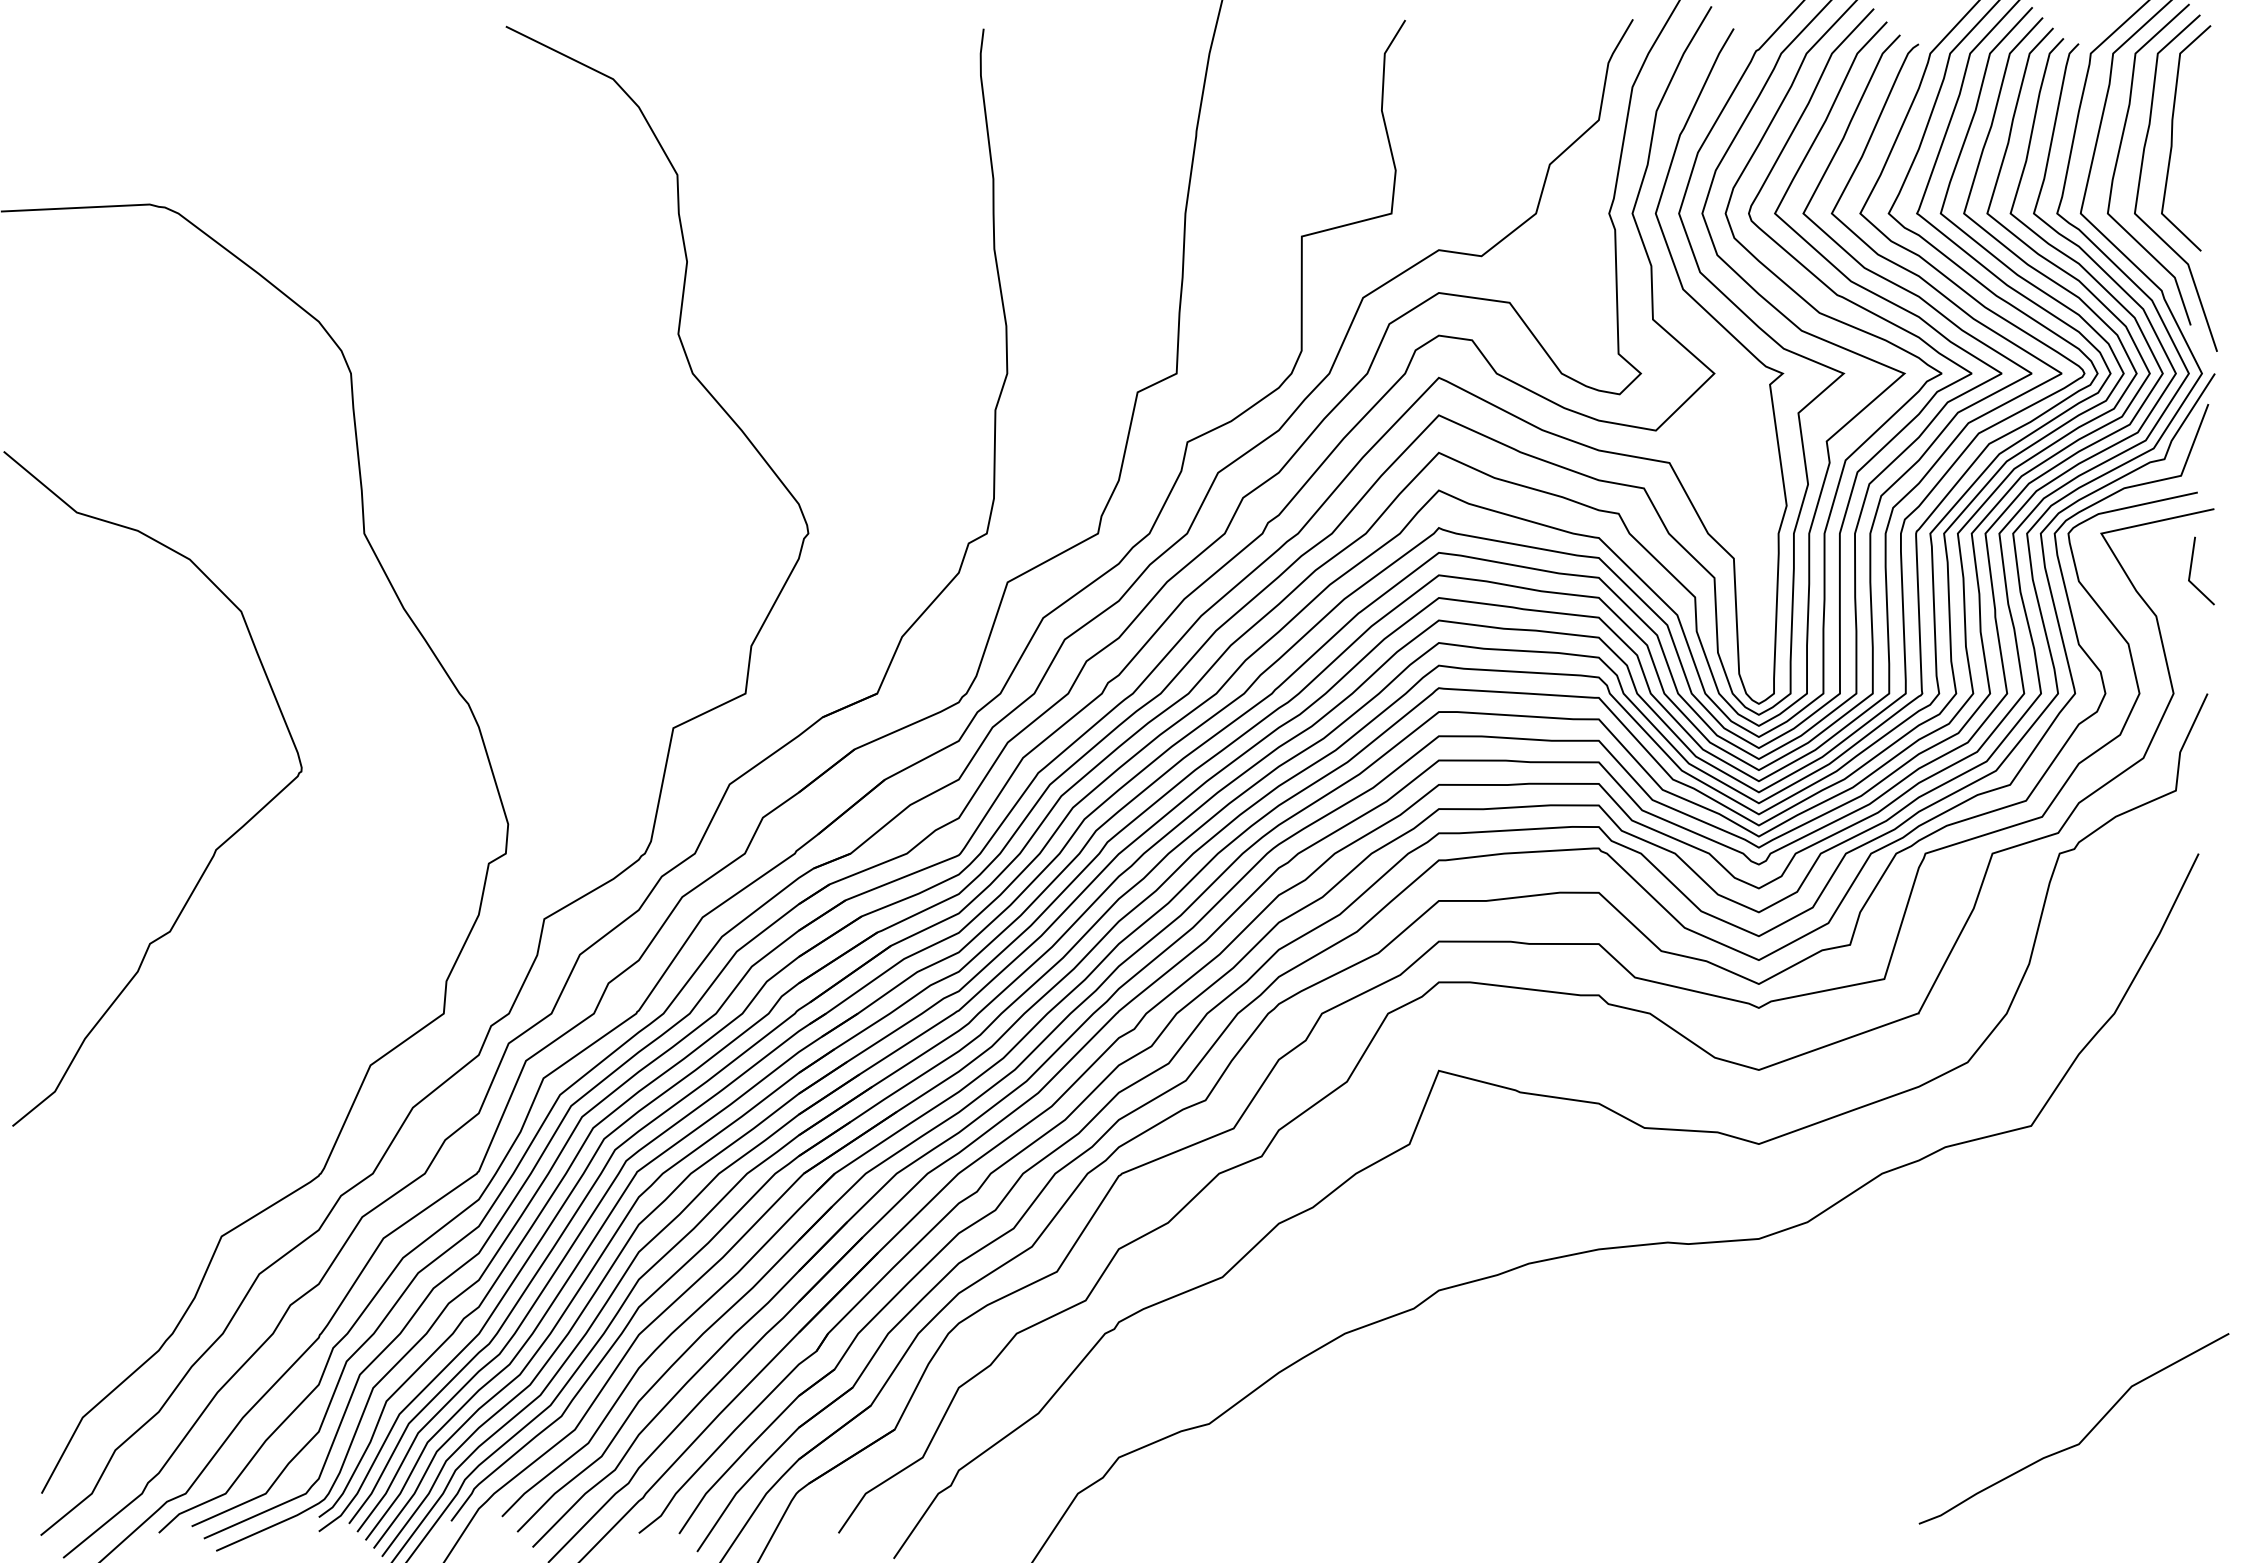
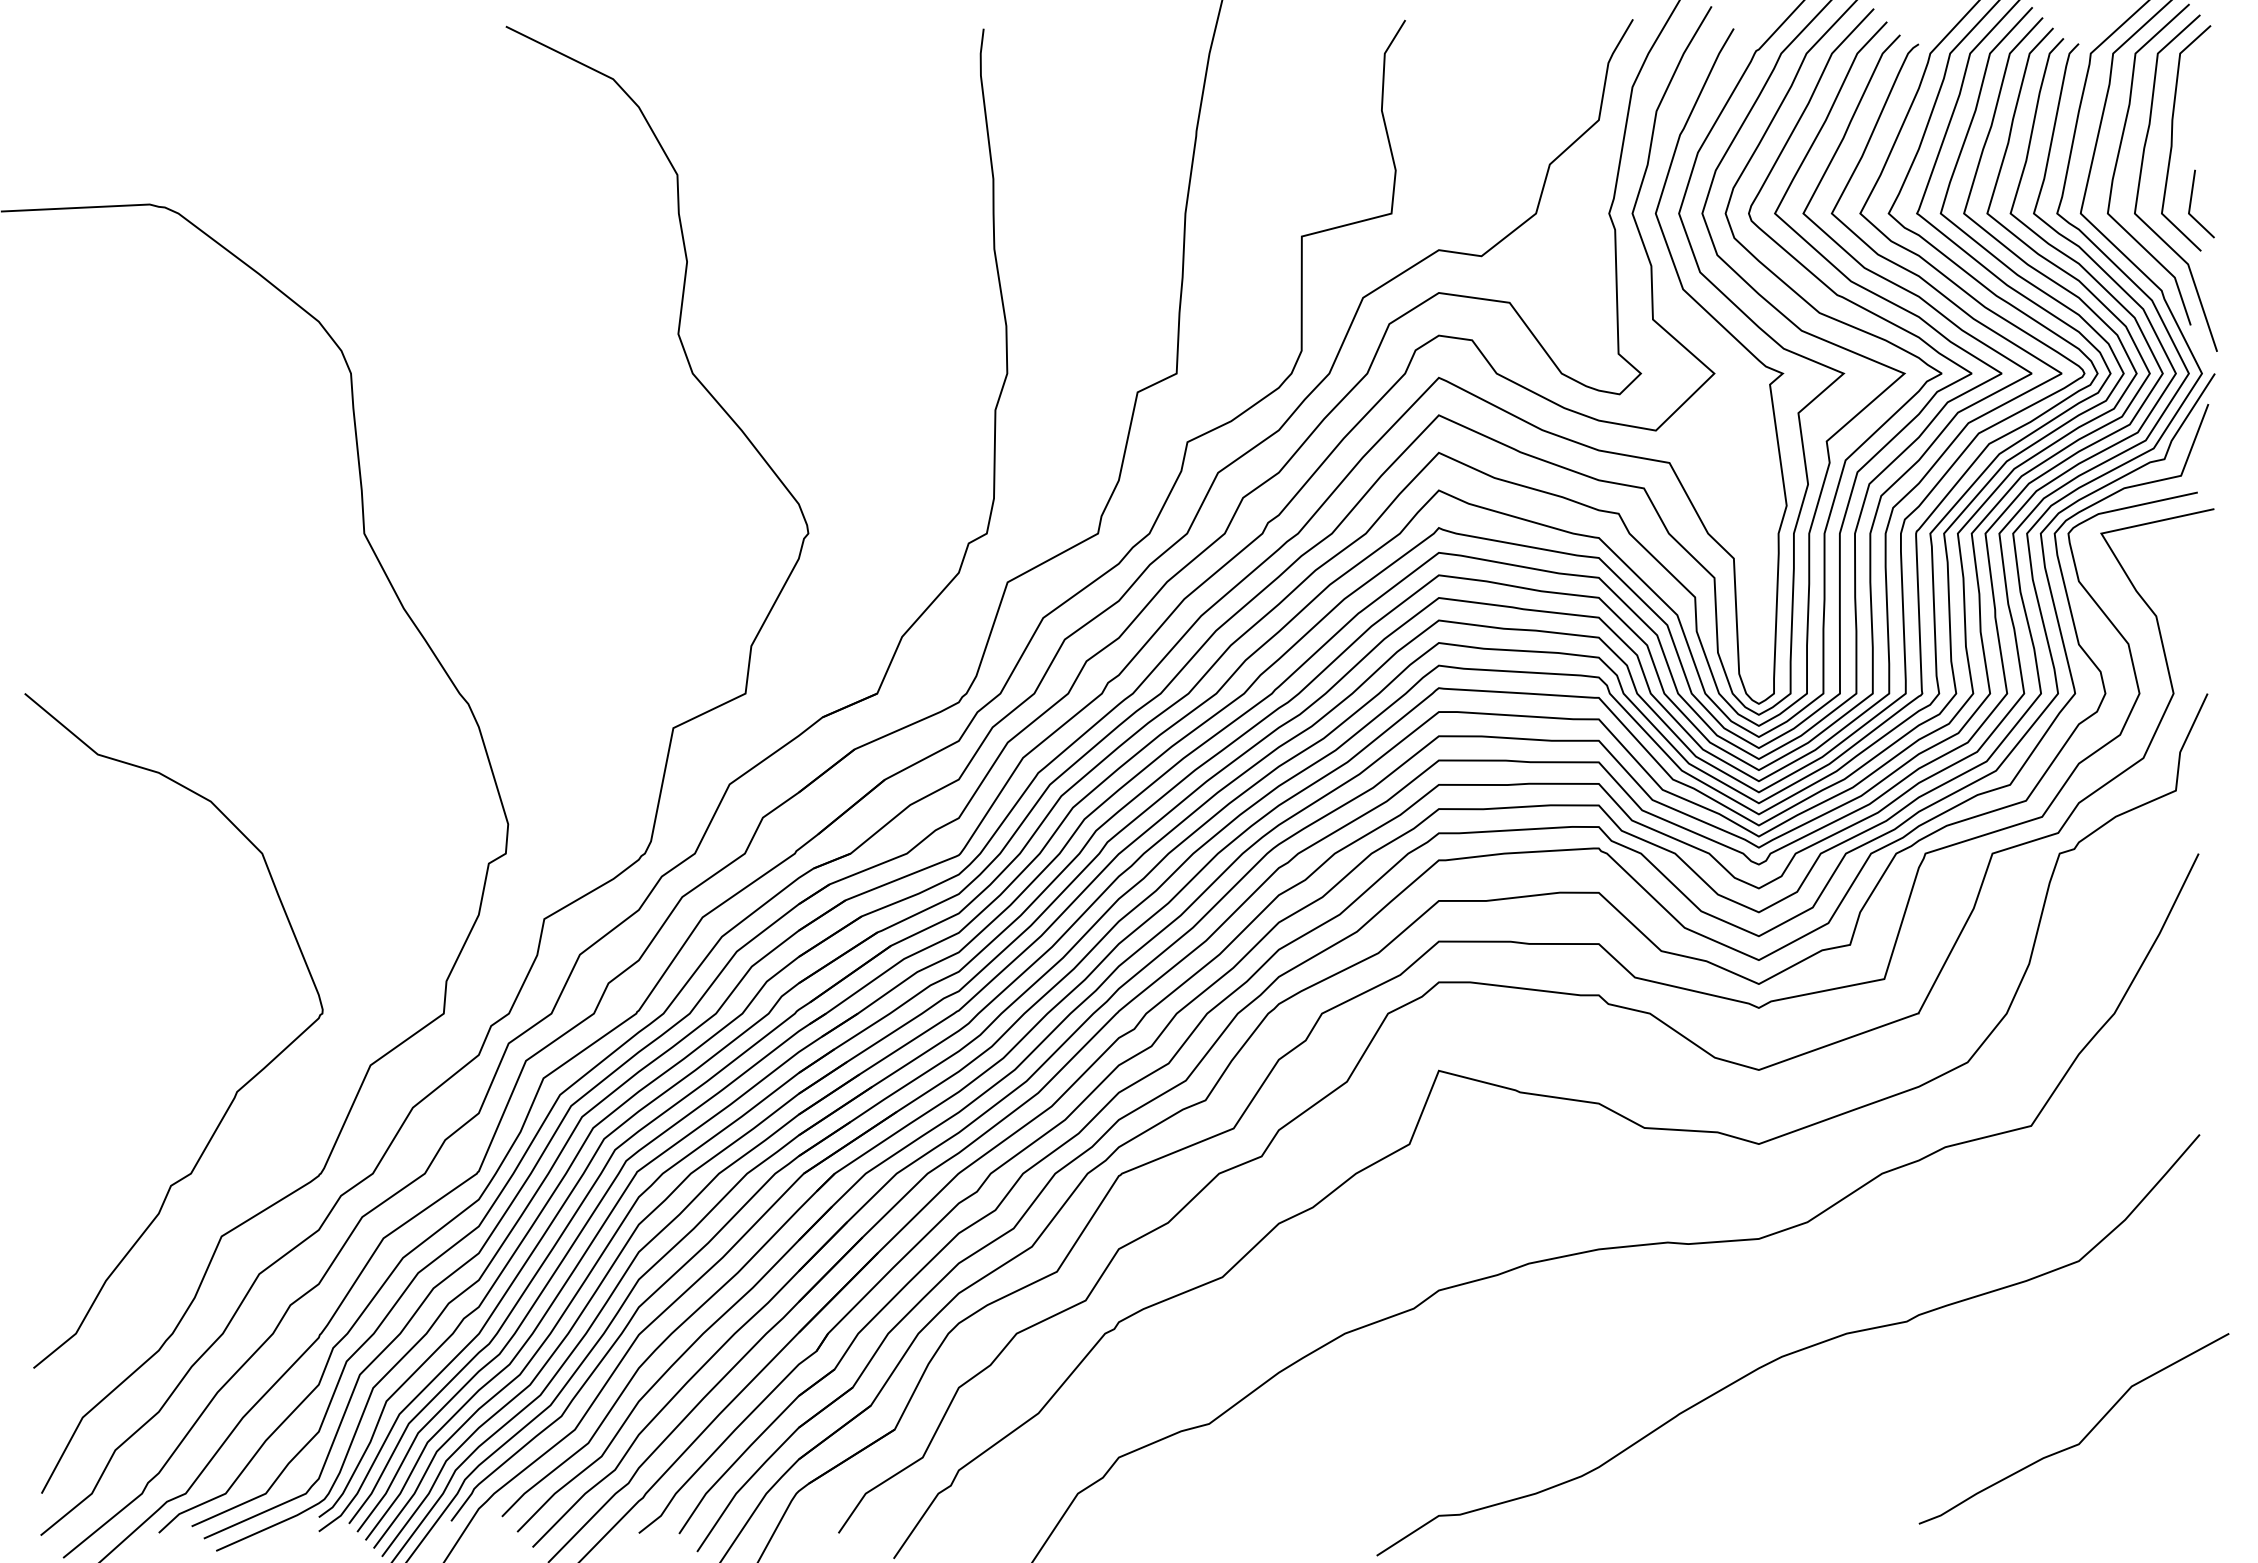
line at (2191, 570) position: (2191, 570) -> (2191, 203)
curve at (214, 850) position: (214, 850) -> (235, 1092)
curve at (1790, 1352): none -> present
